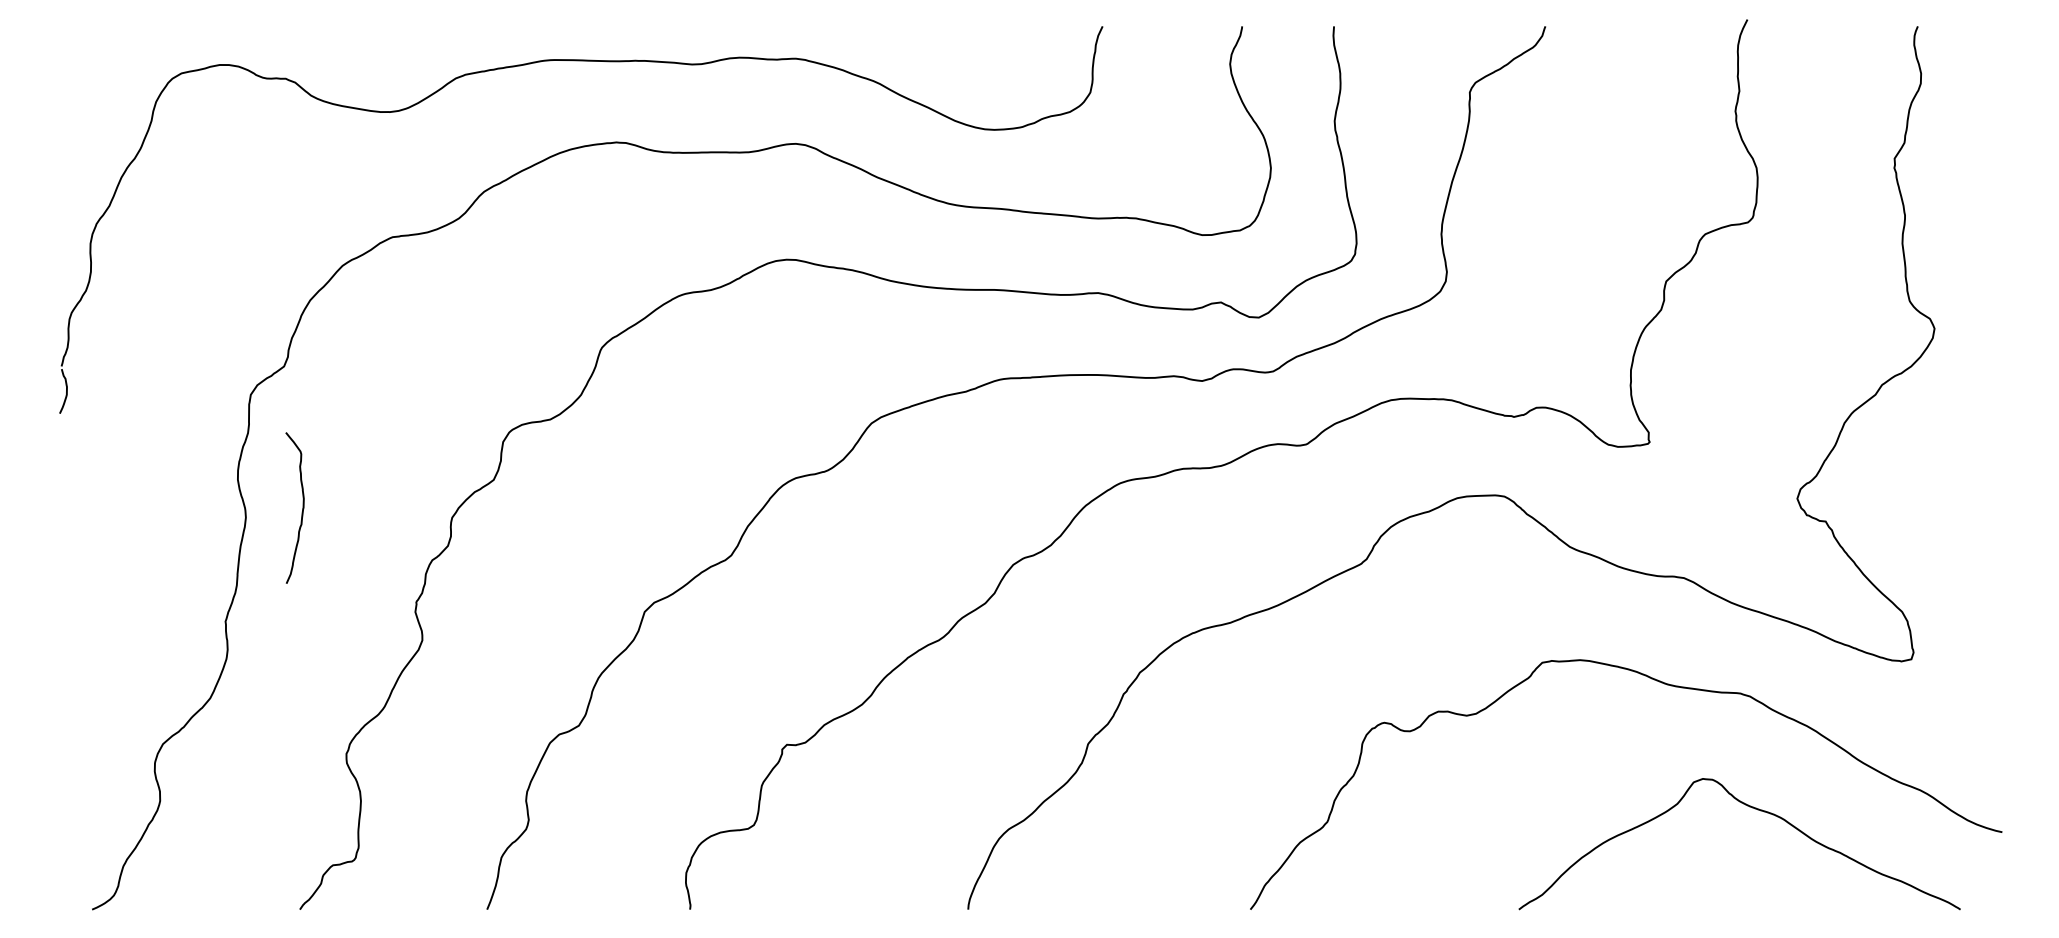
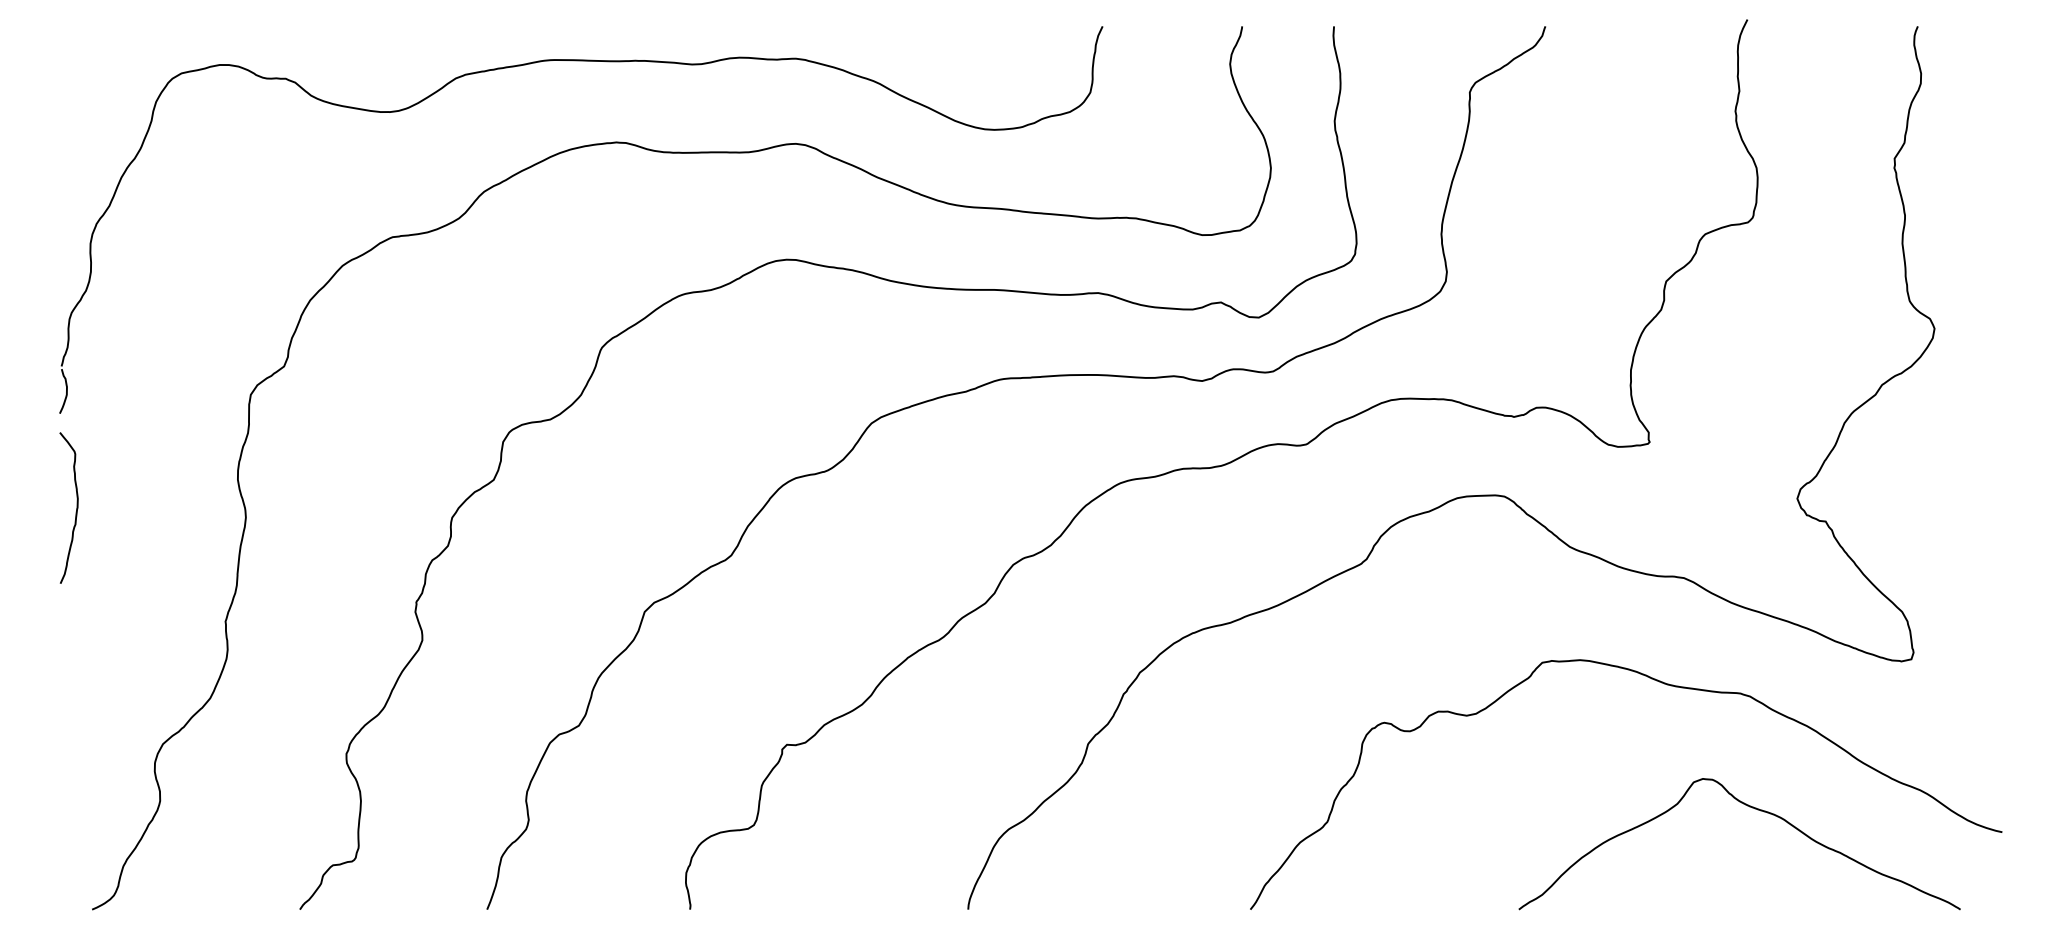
curve at (302, 507) position: (302, 507) -> (76, 507)
